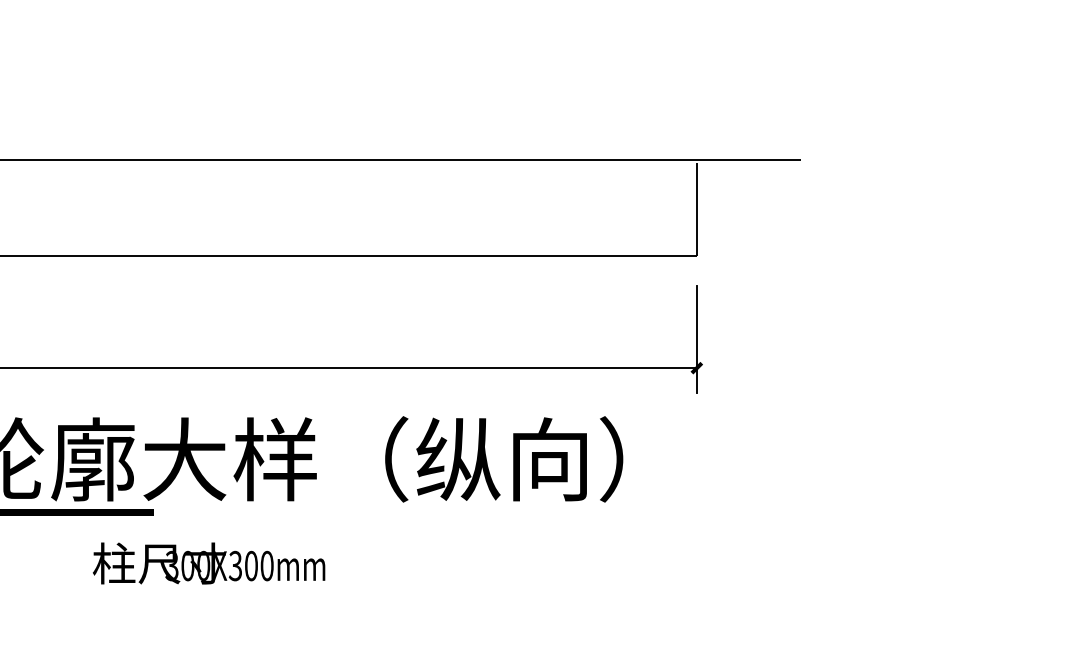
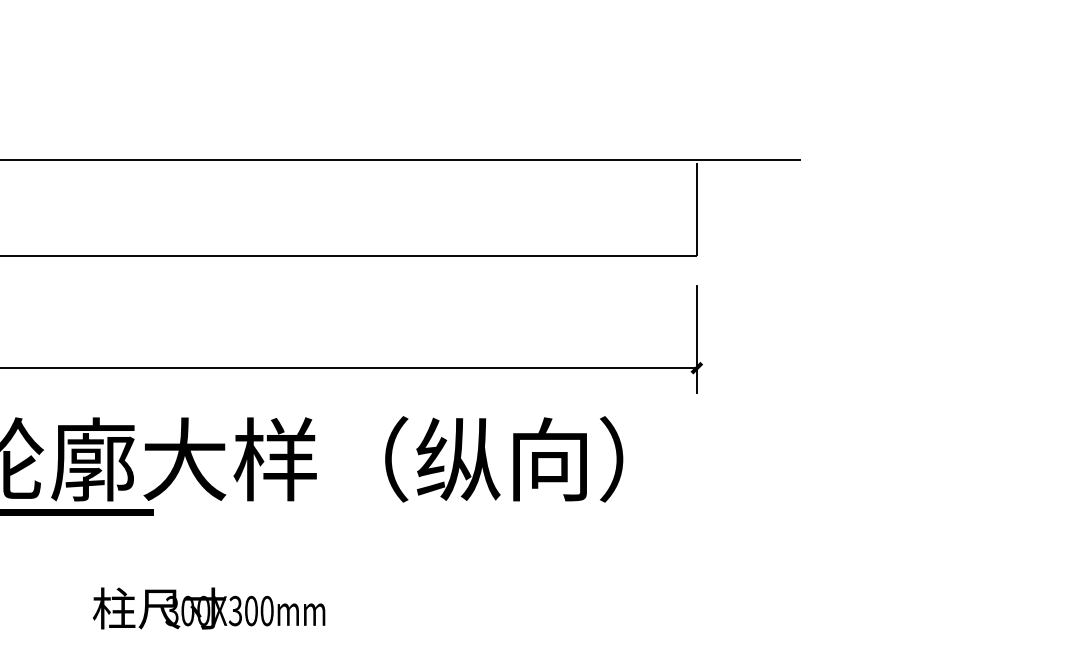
text at (209, 563) position: (209, 563) -> (209, 608)
